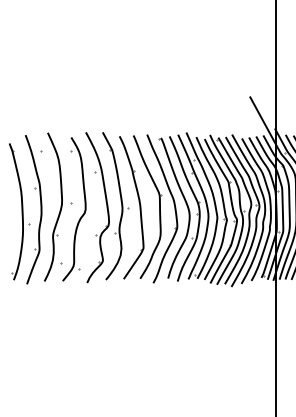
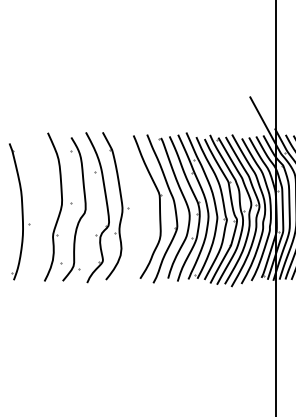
part at (139, 207): present -> none
part at (40, 209): present -> none
